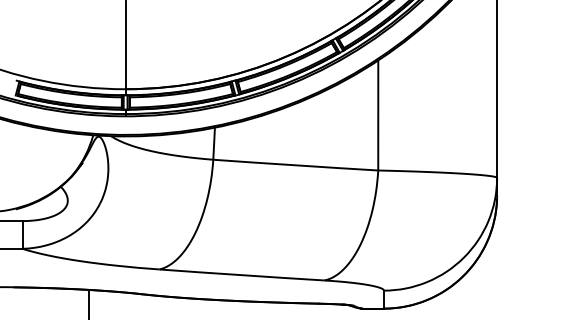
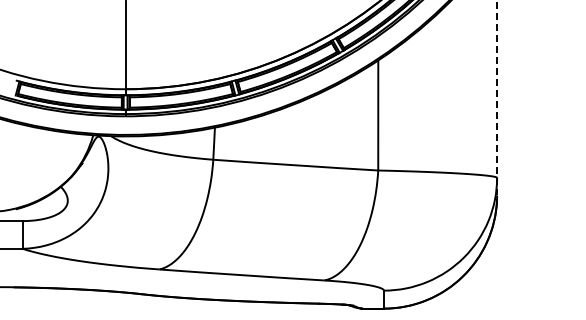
line at (497, 98): solid -> dashed
line at (88, 302): present -> none
